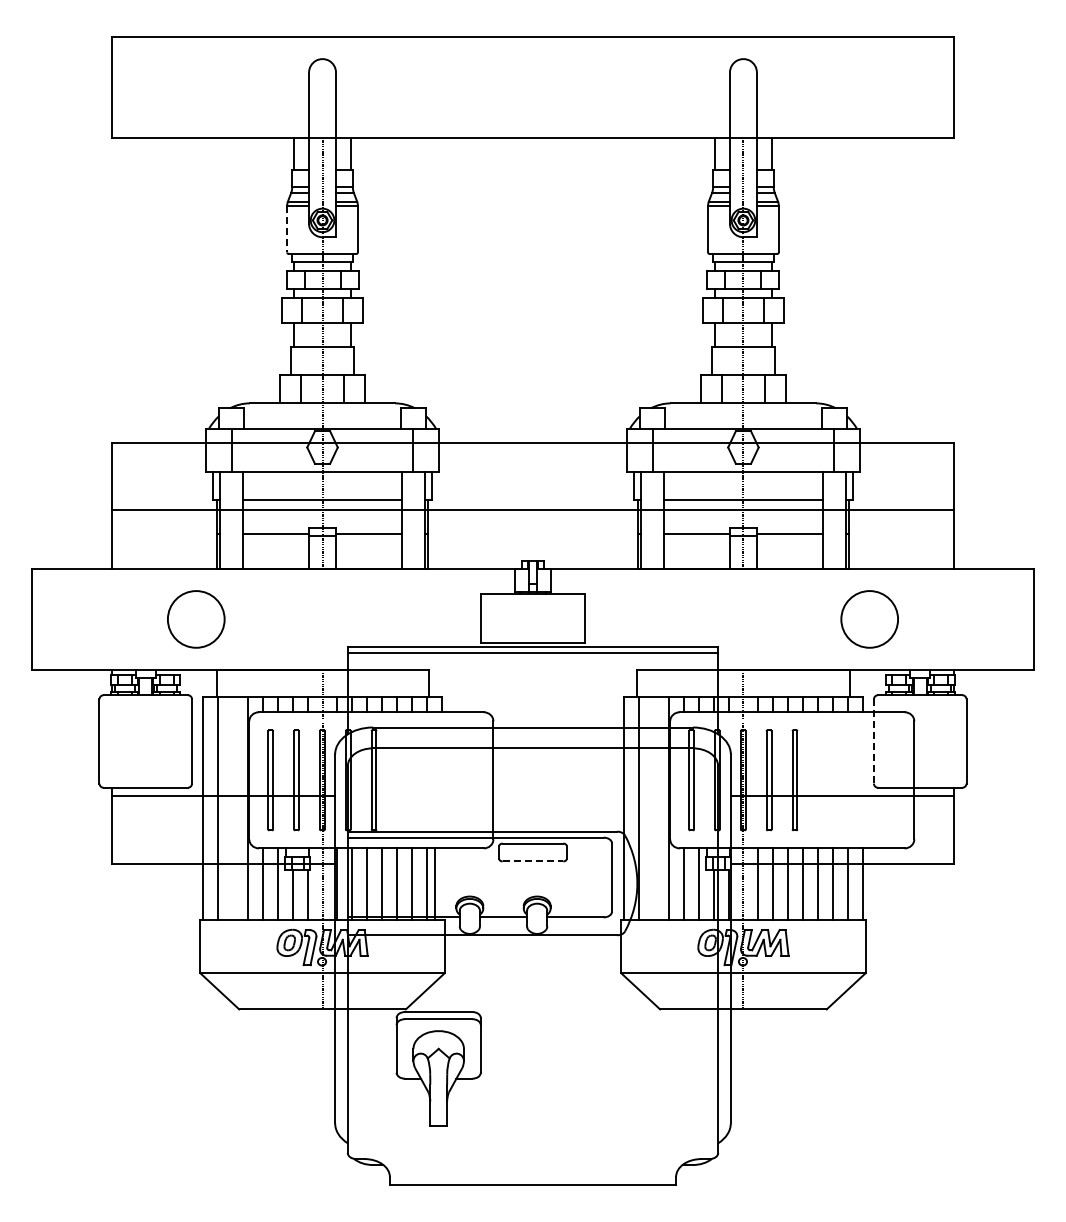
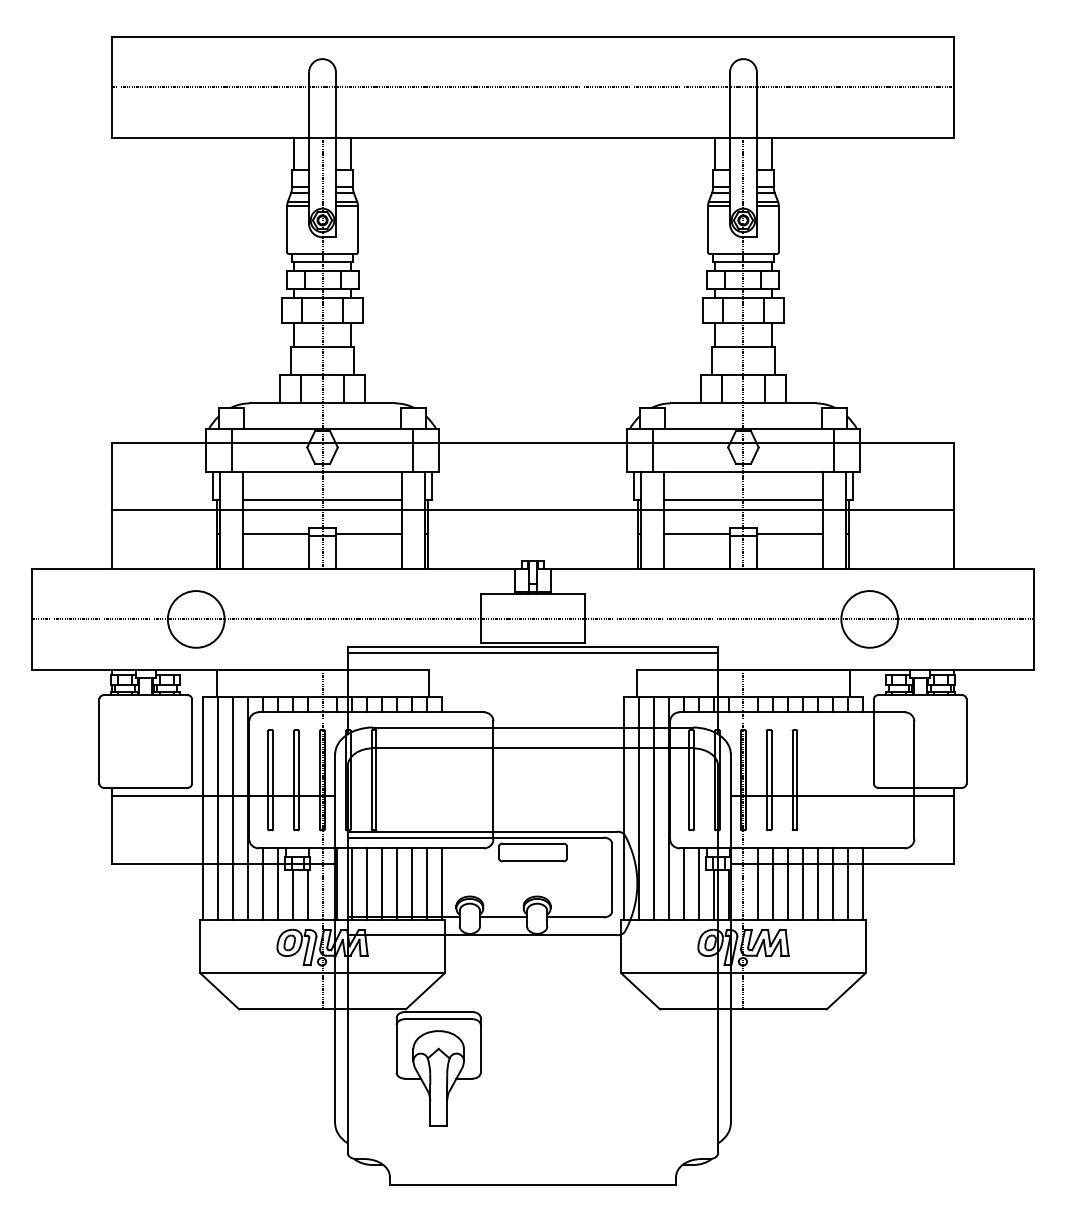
line at (532, 87): none -> present
line at (287, 229): dashed -> solid
line at (532, 619): none -> present
line at (873, 741): dashed -> solid
line at (233, 808): none -> present
line at (653, 808): none -> present
line at (533, 861): dashed -> solid
line at (434, 884) position: (434, 884) -> (441, 884)
